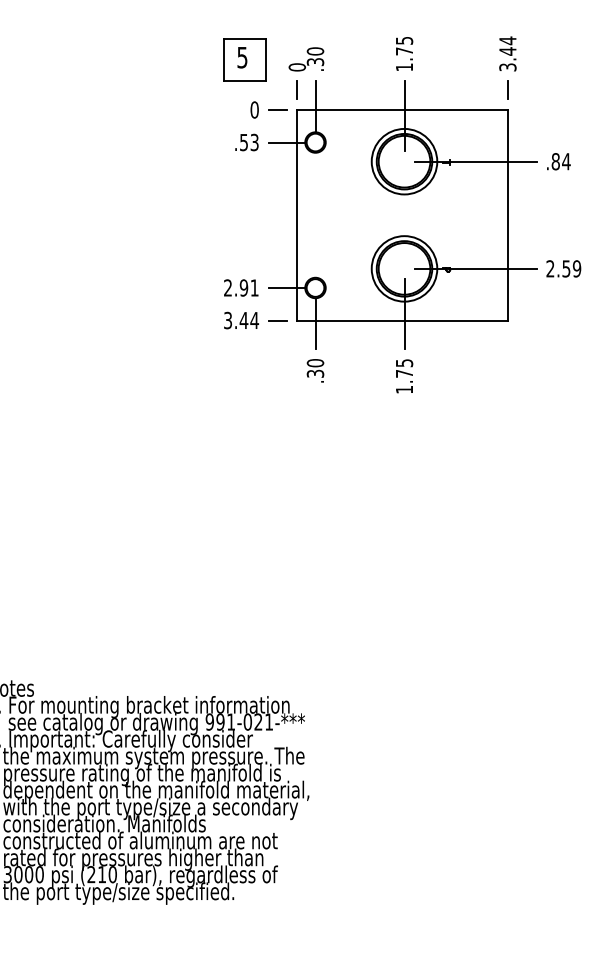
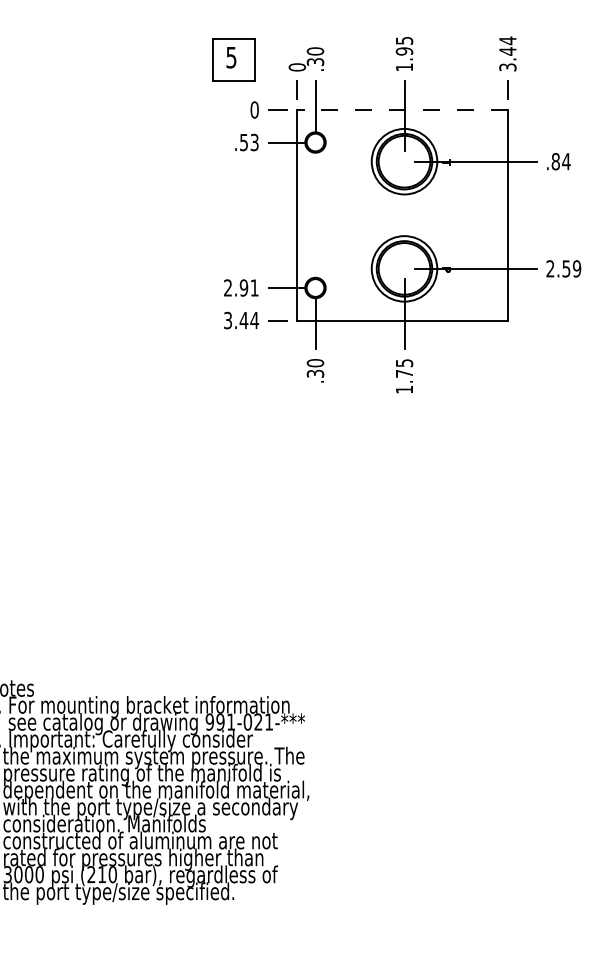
text at (404, 51): 1.75 -> 1.95
part at (244, 59) position: (244, 59) -> (233, 59)
line at (402, 110): solid -> dashed
